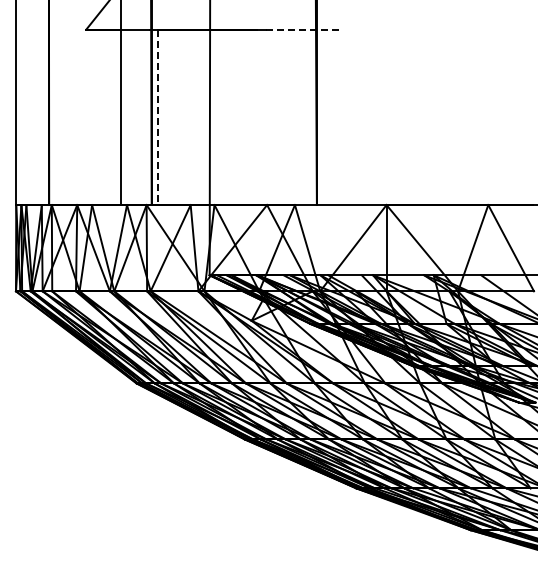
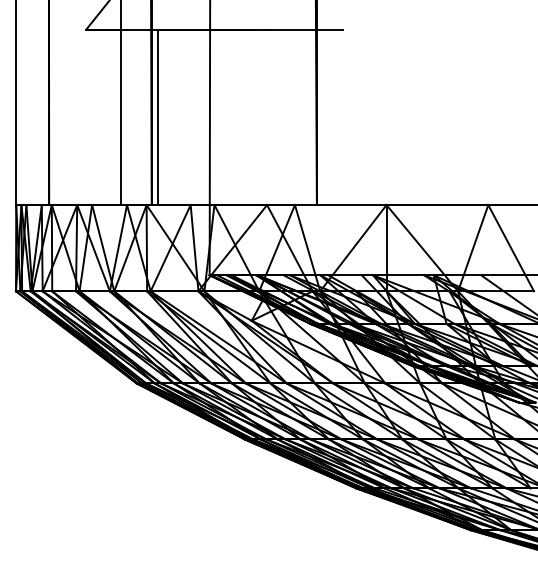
line at (304, 29): dashed -> solid
line at (157, 117): dashed -> solid
